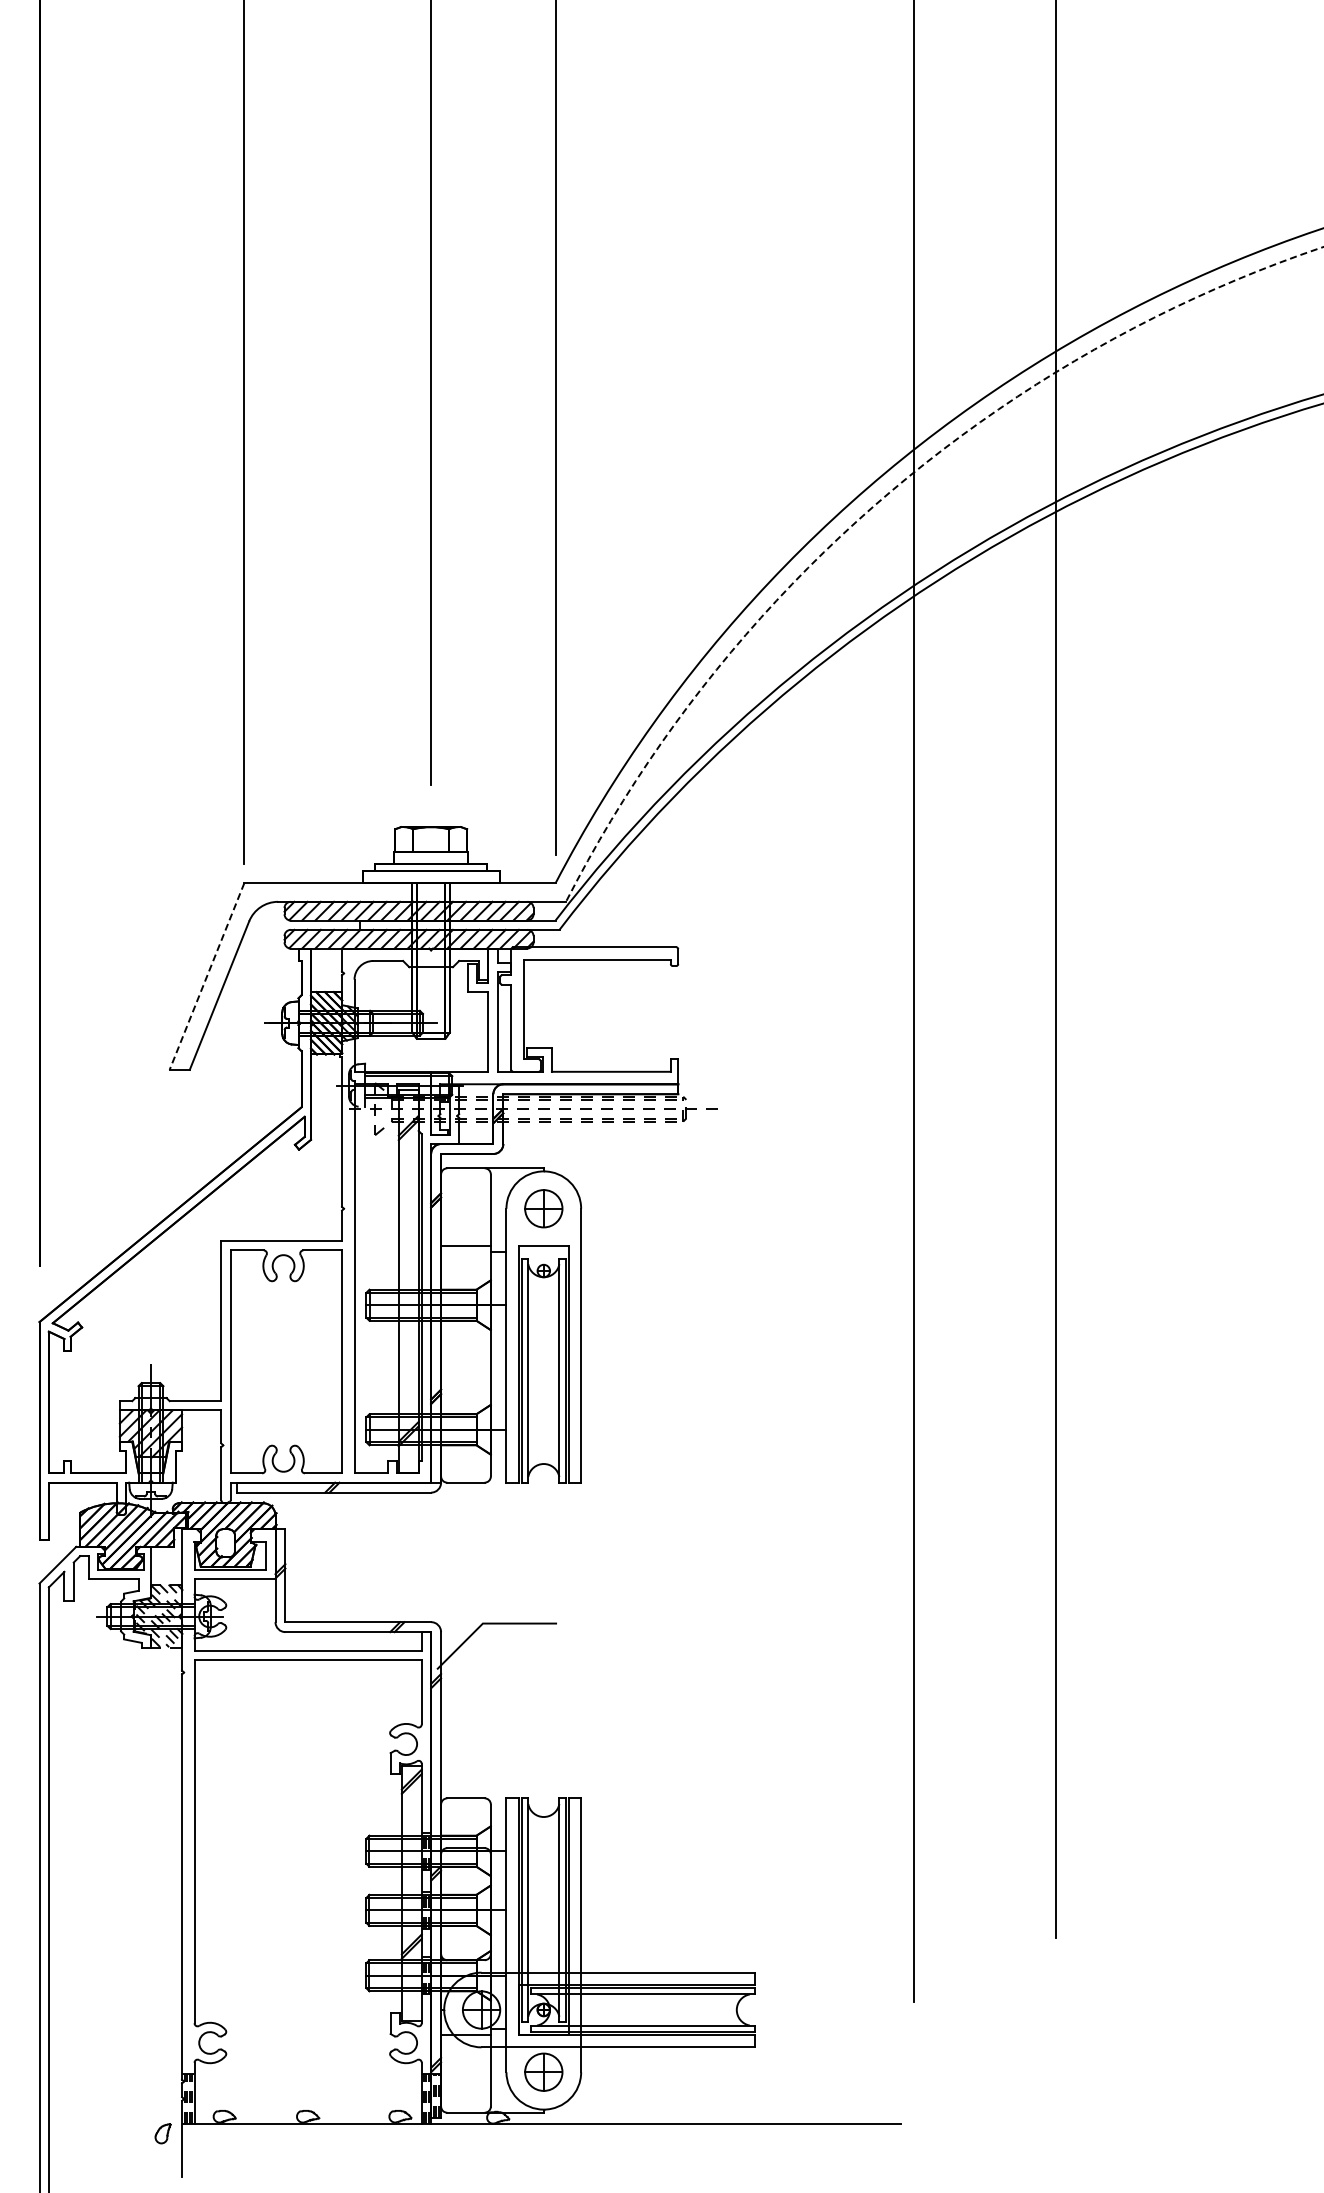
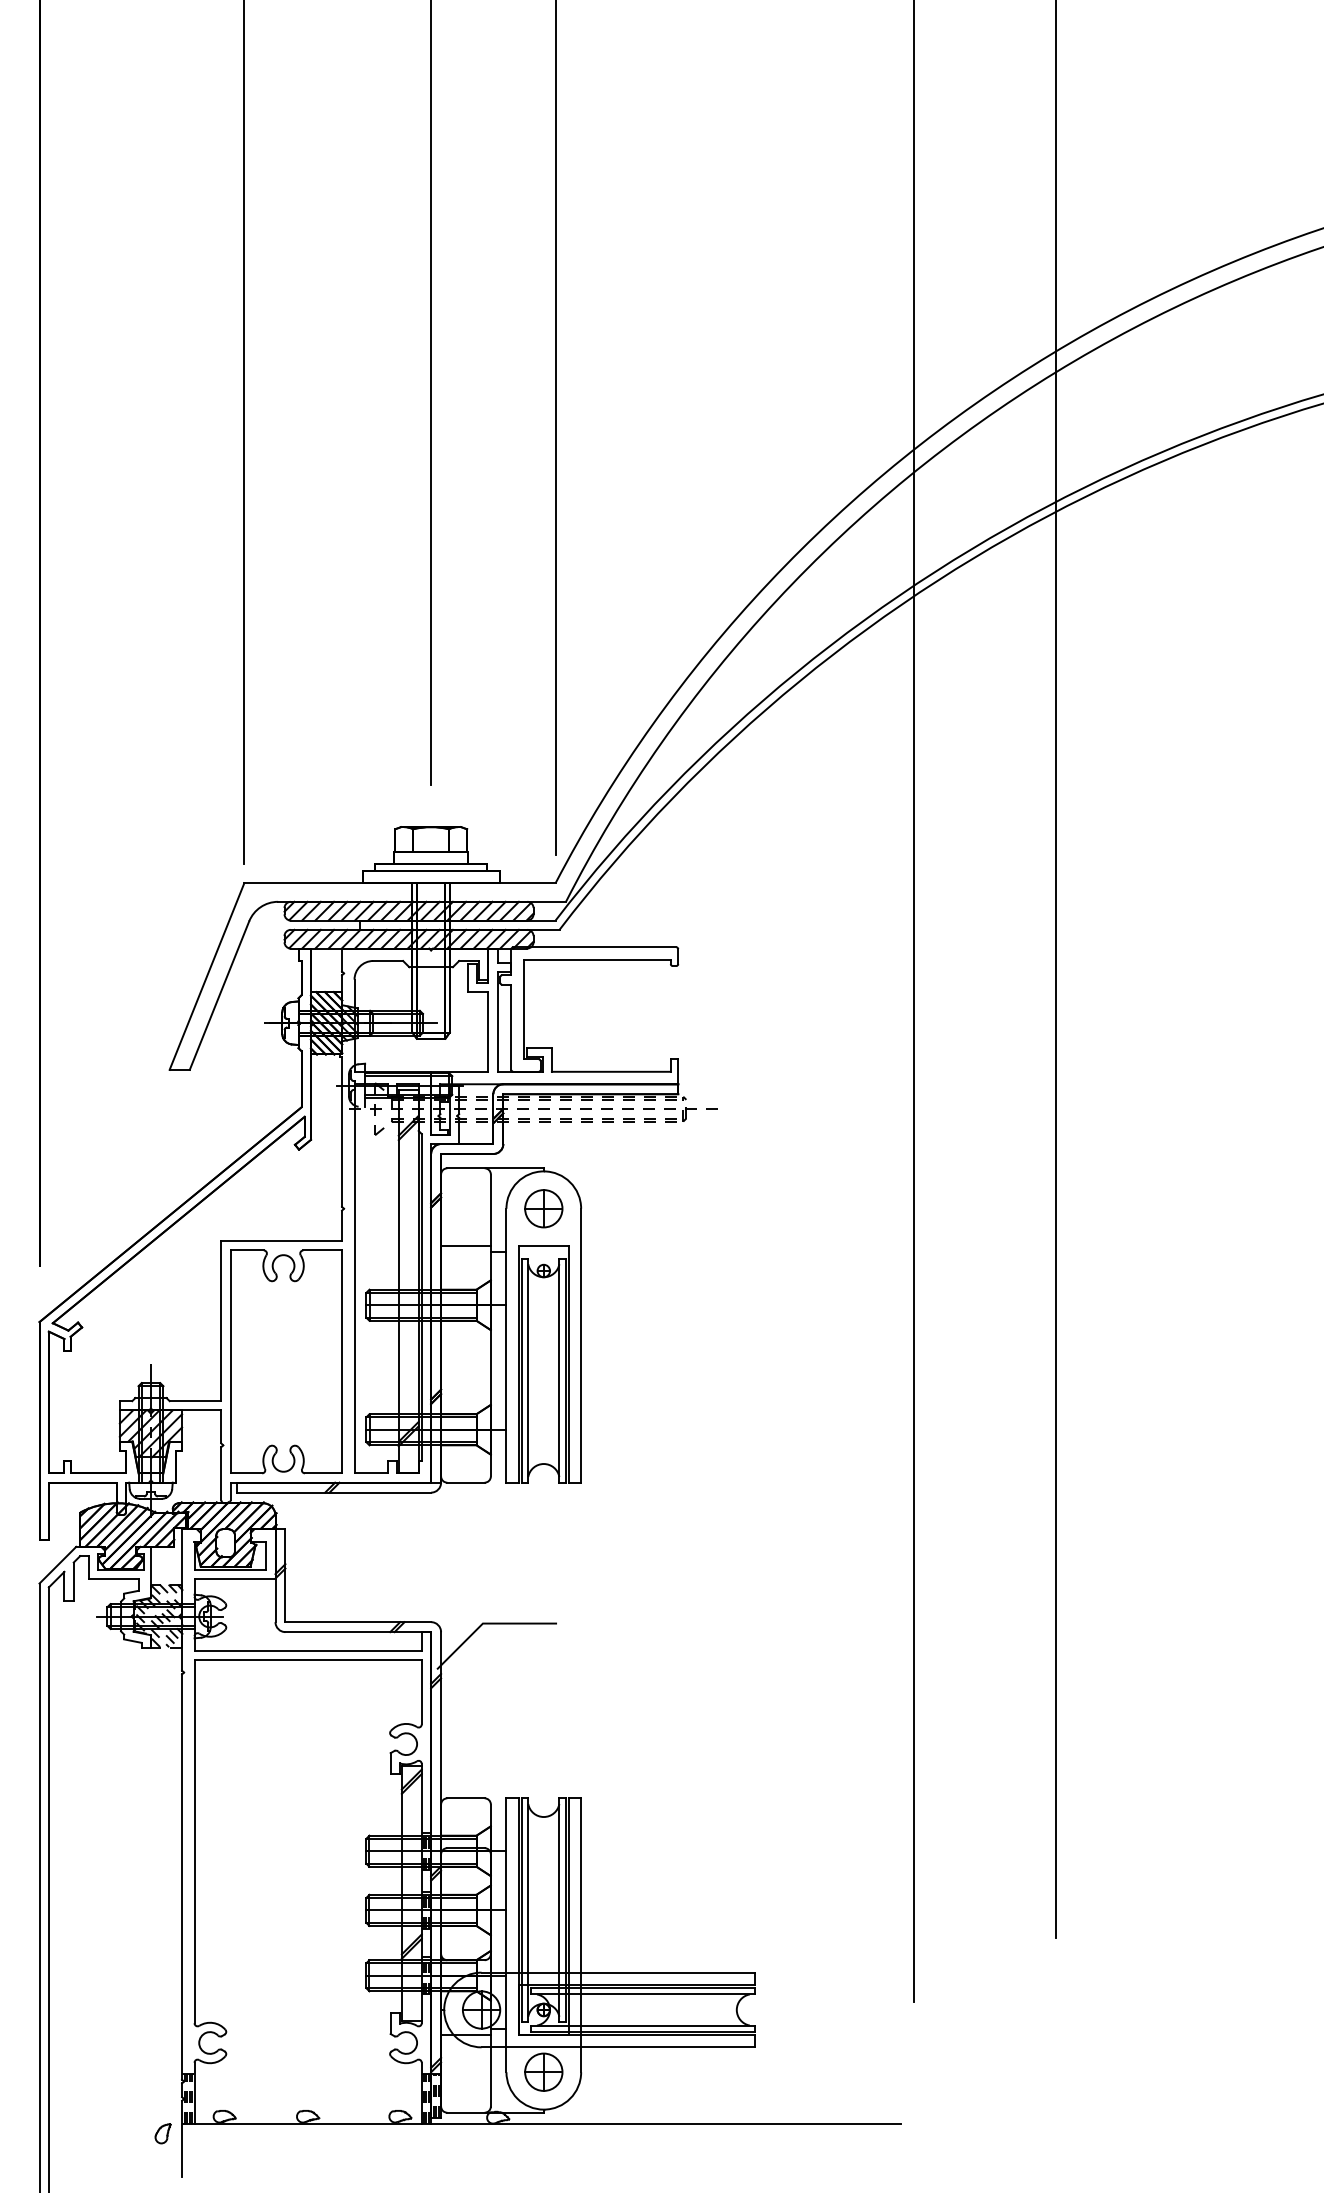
arc at (880, 500): dashed -> solid
line at (207, 976): dashed -> solid
